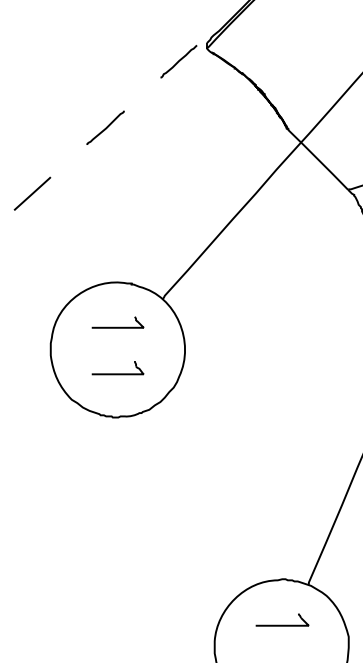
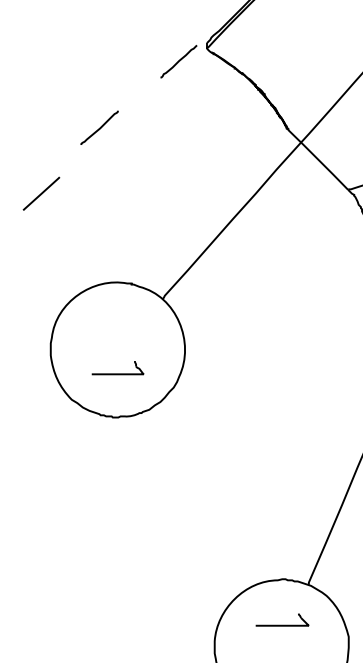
line at (105, 127) position: (105, 127) -> (99, 127)
line at (32, 193) position: (32, 193) -> (41, 193)
part at (117, 322): present -> none
